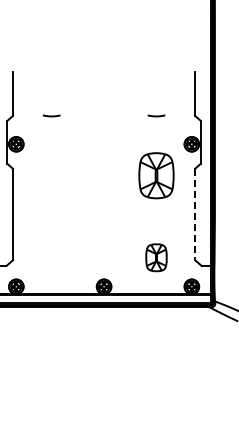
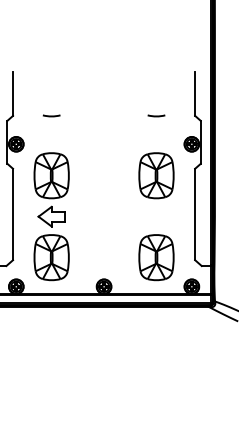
line at (195, 214): dashed -> solid
part at (51, 216): none -> present
part at (156, 257) size: 23x30 px -> 37x48 px
